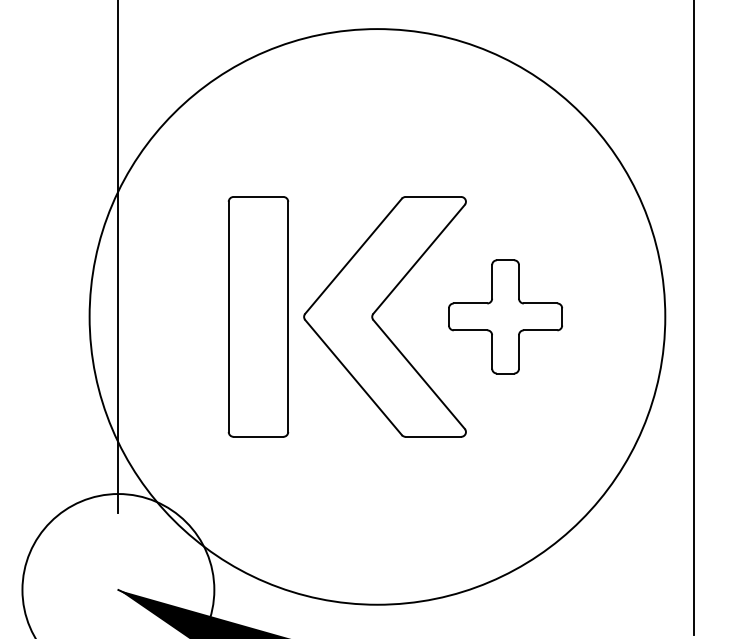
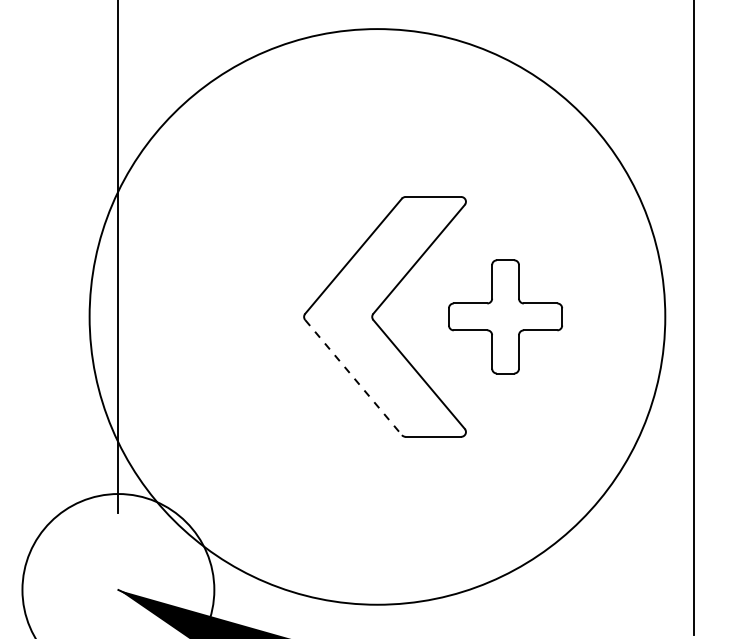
part at (258, 316): present -> none
line at (353, 377): solid -> dashed
